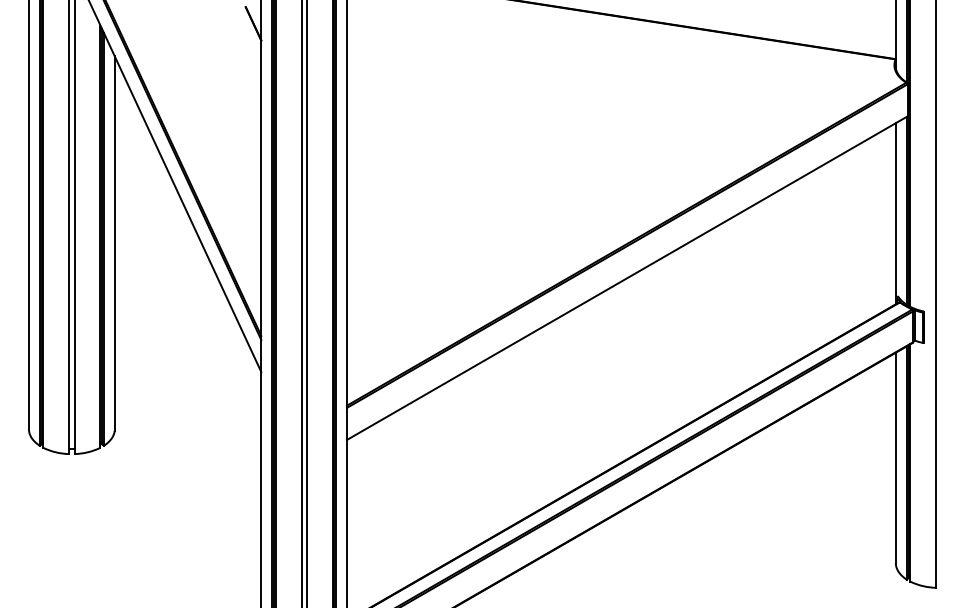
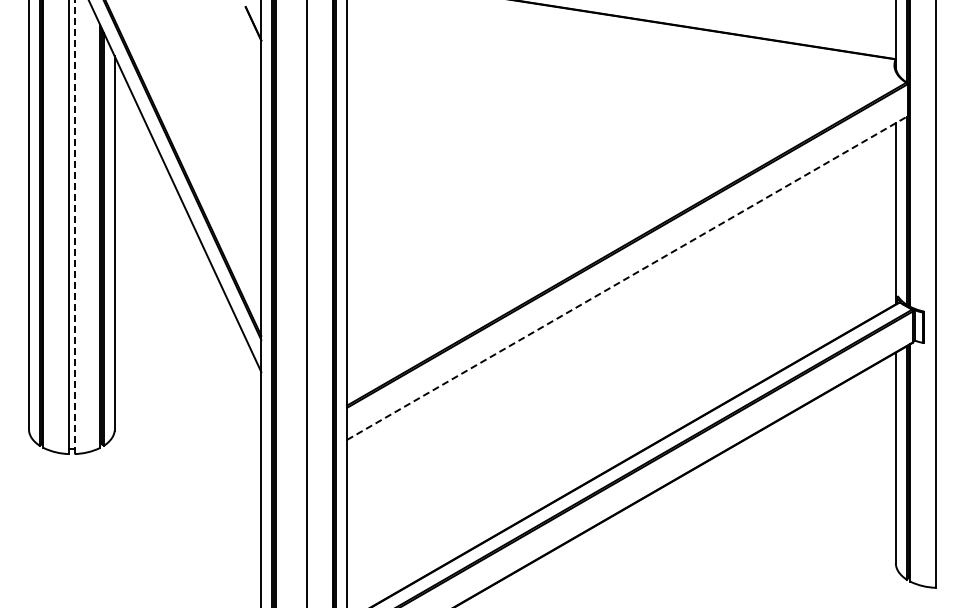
line at (74, 227): solid -> dashed
line at (628, 277): solid -> dashed
line at (301, 303): present -> none
